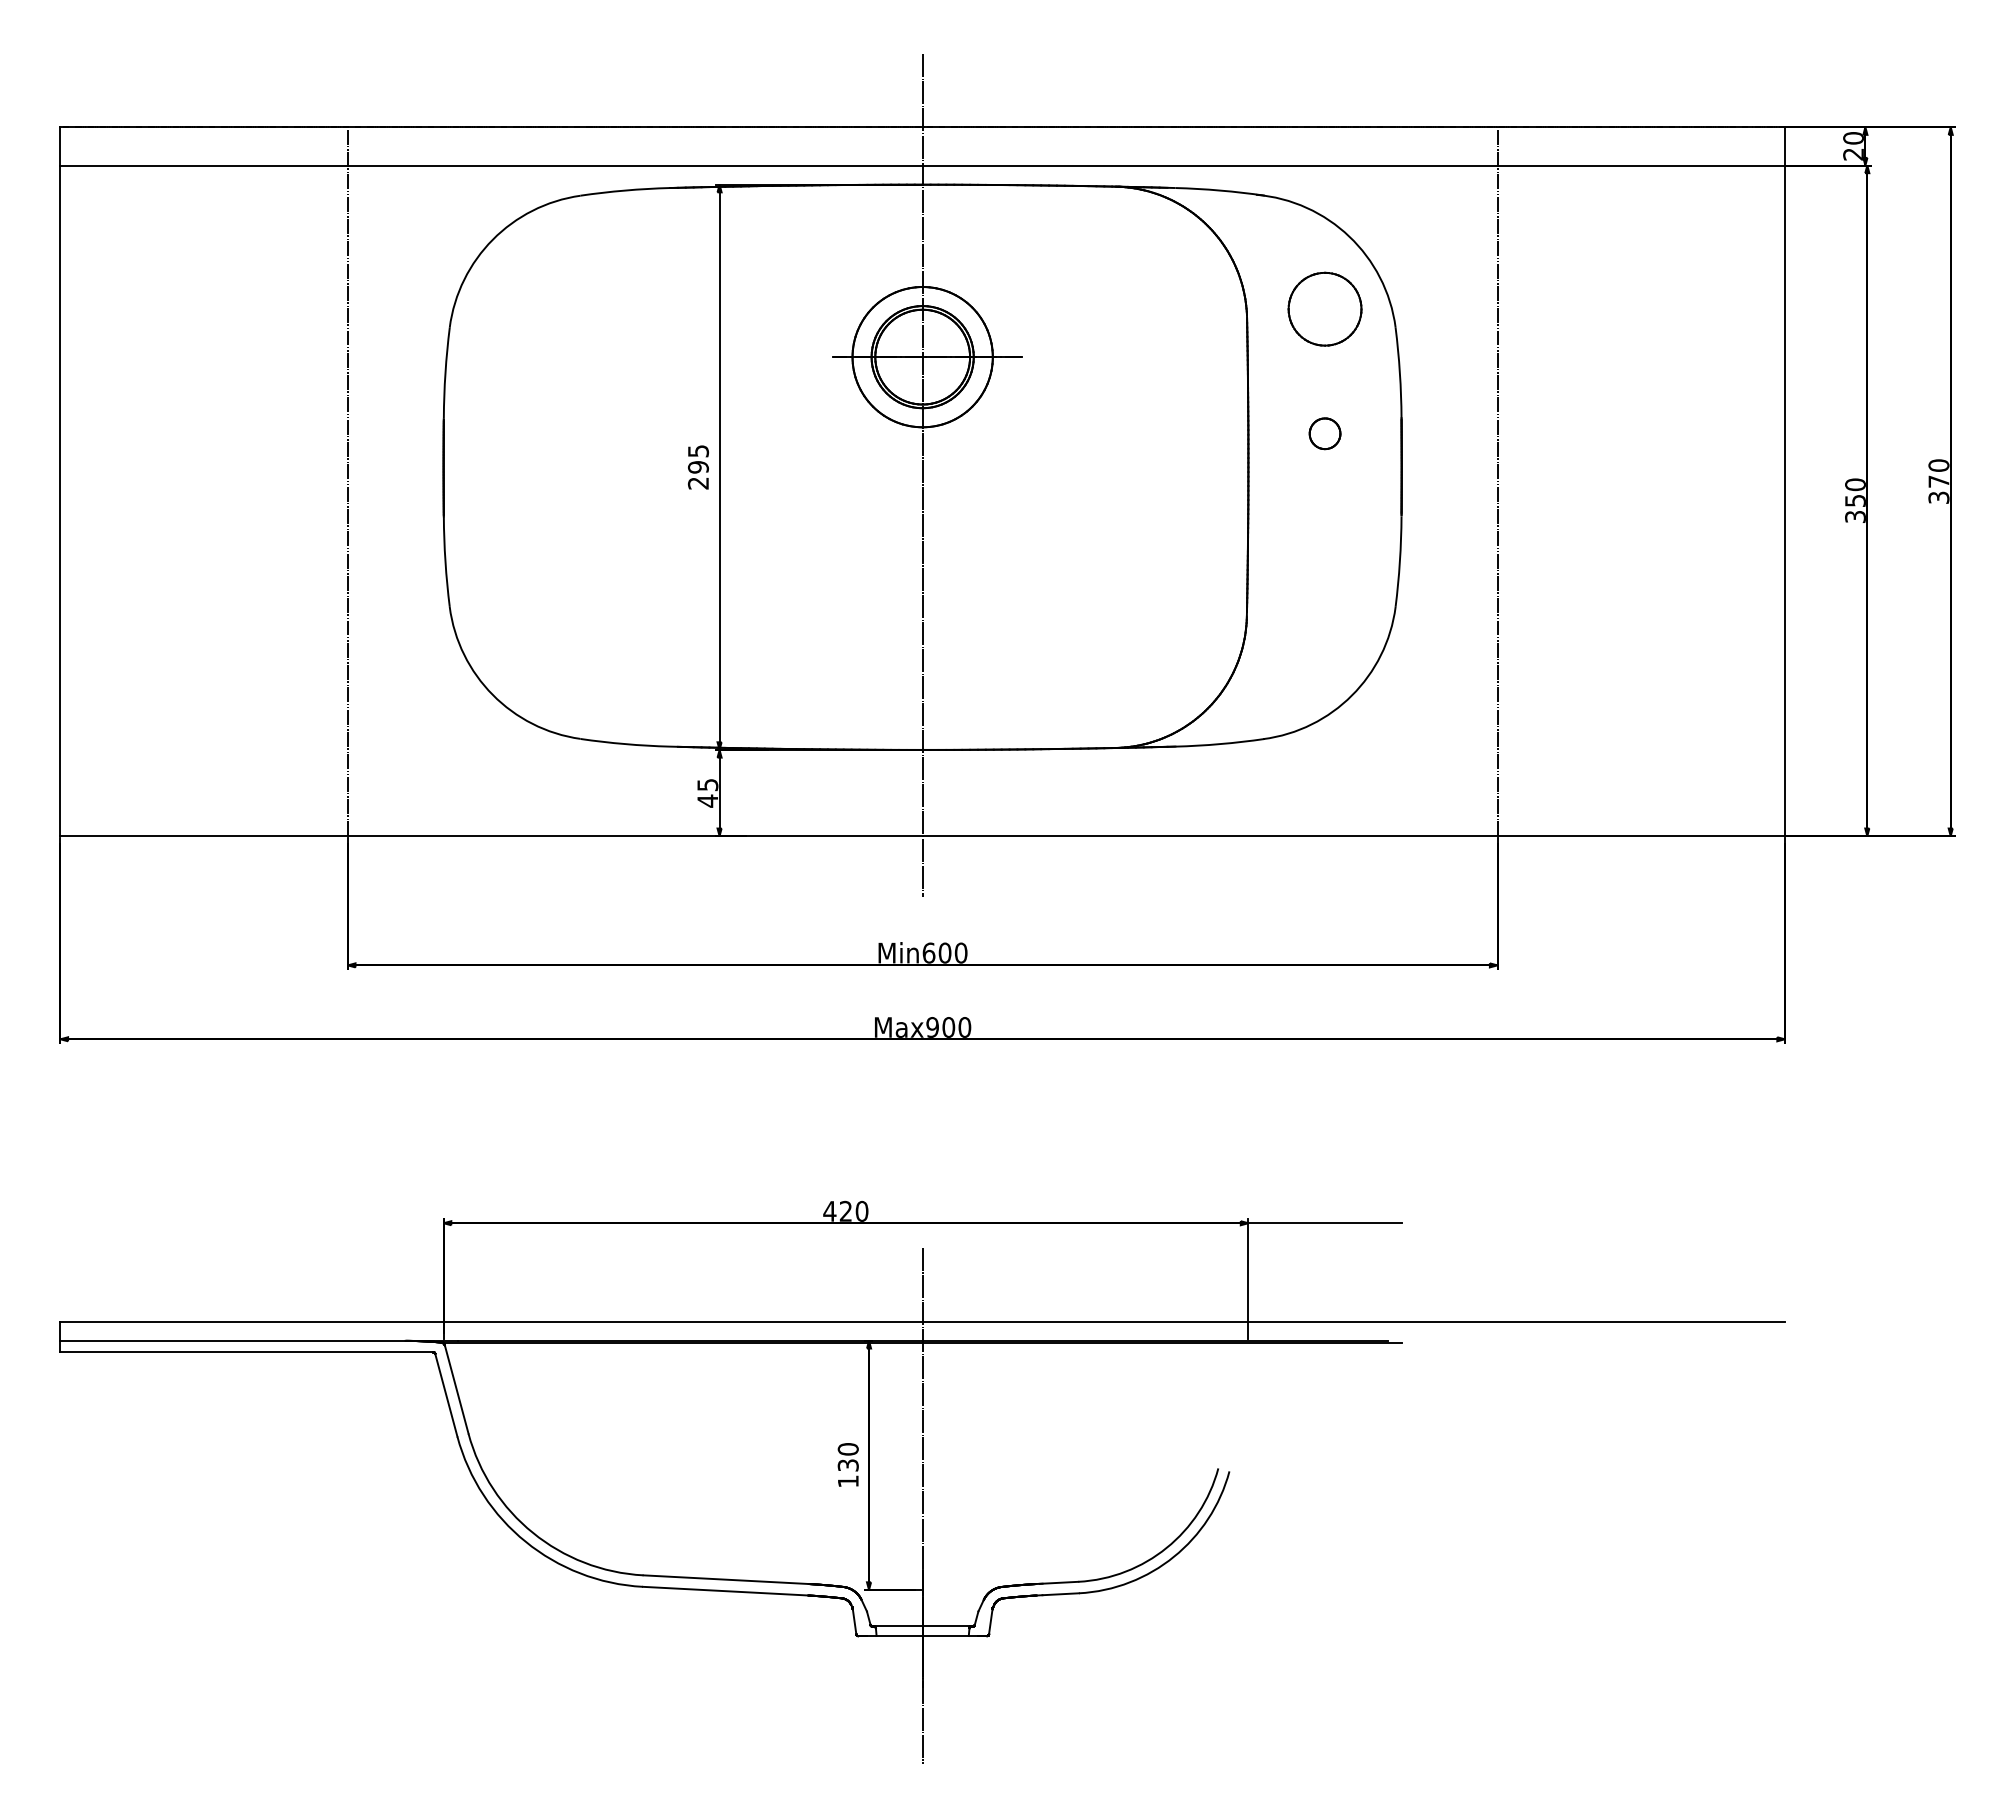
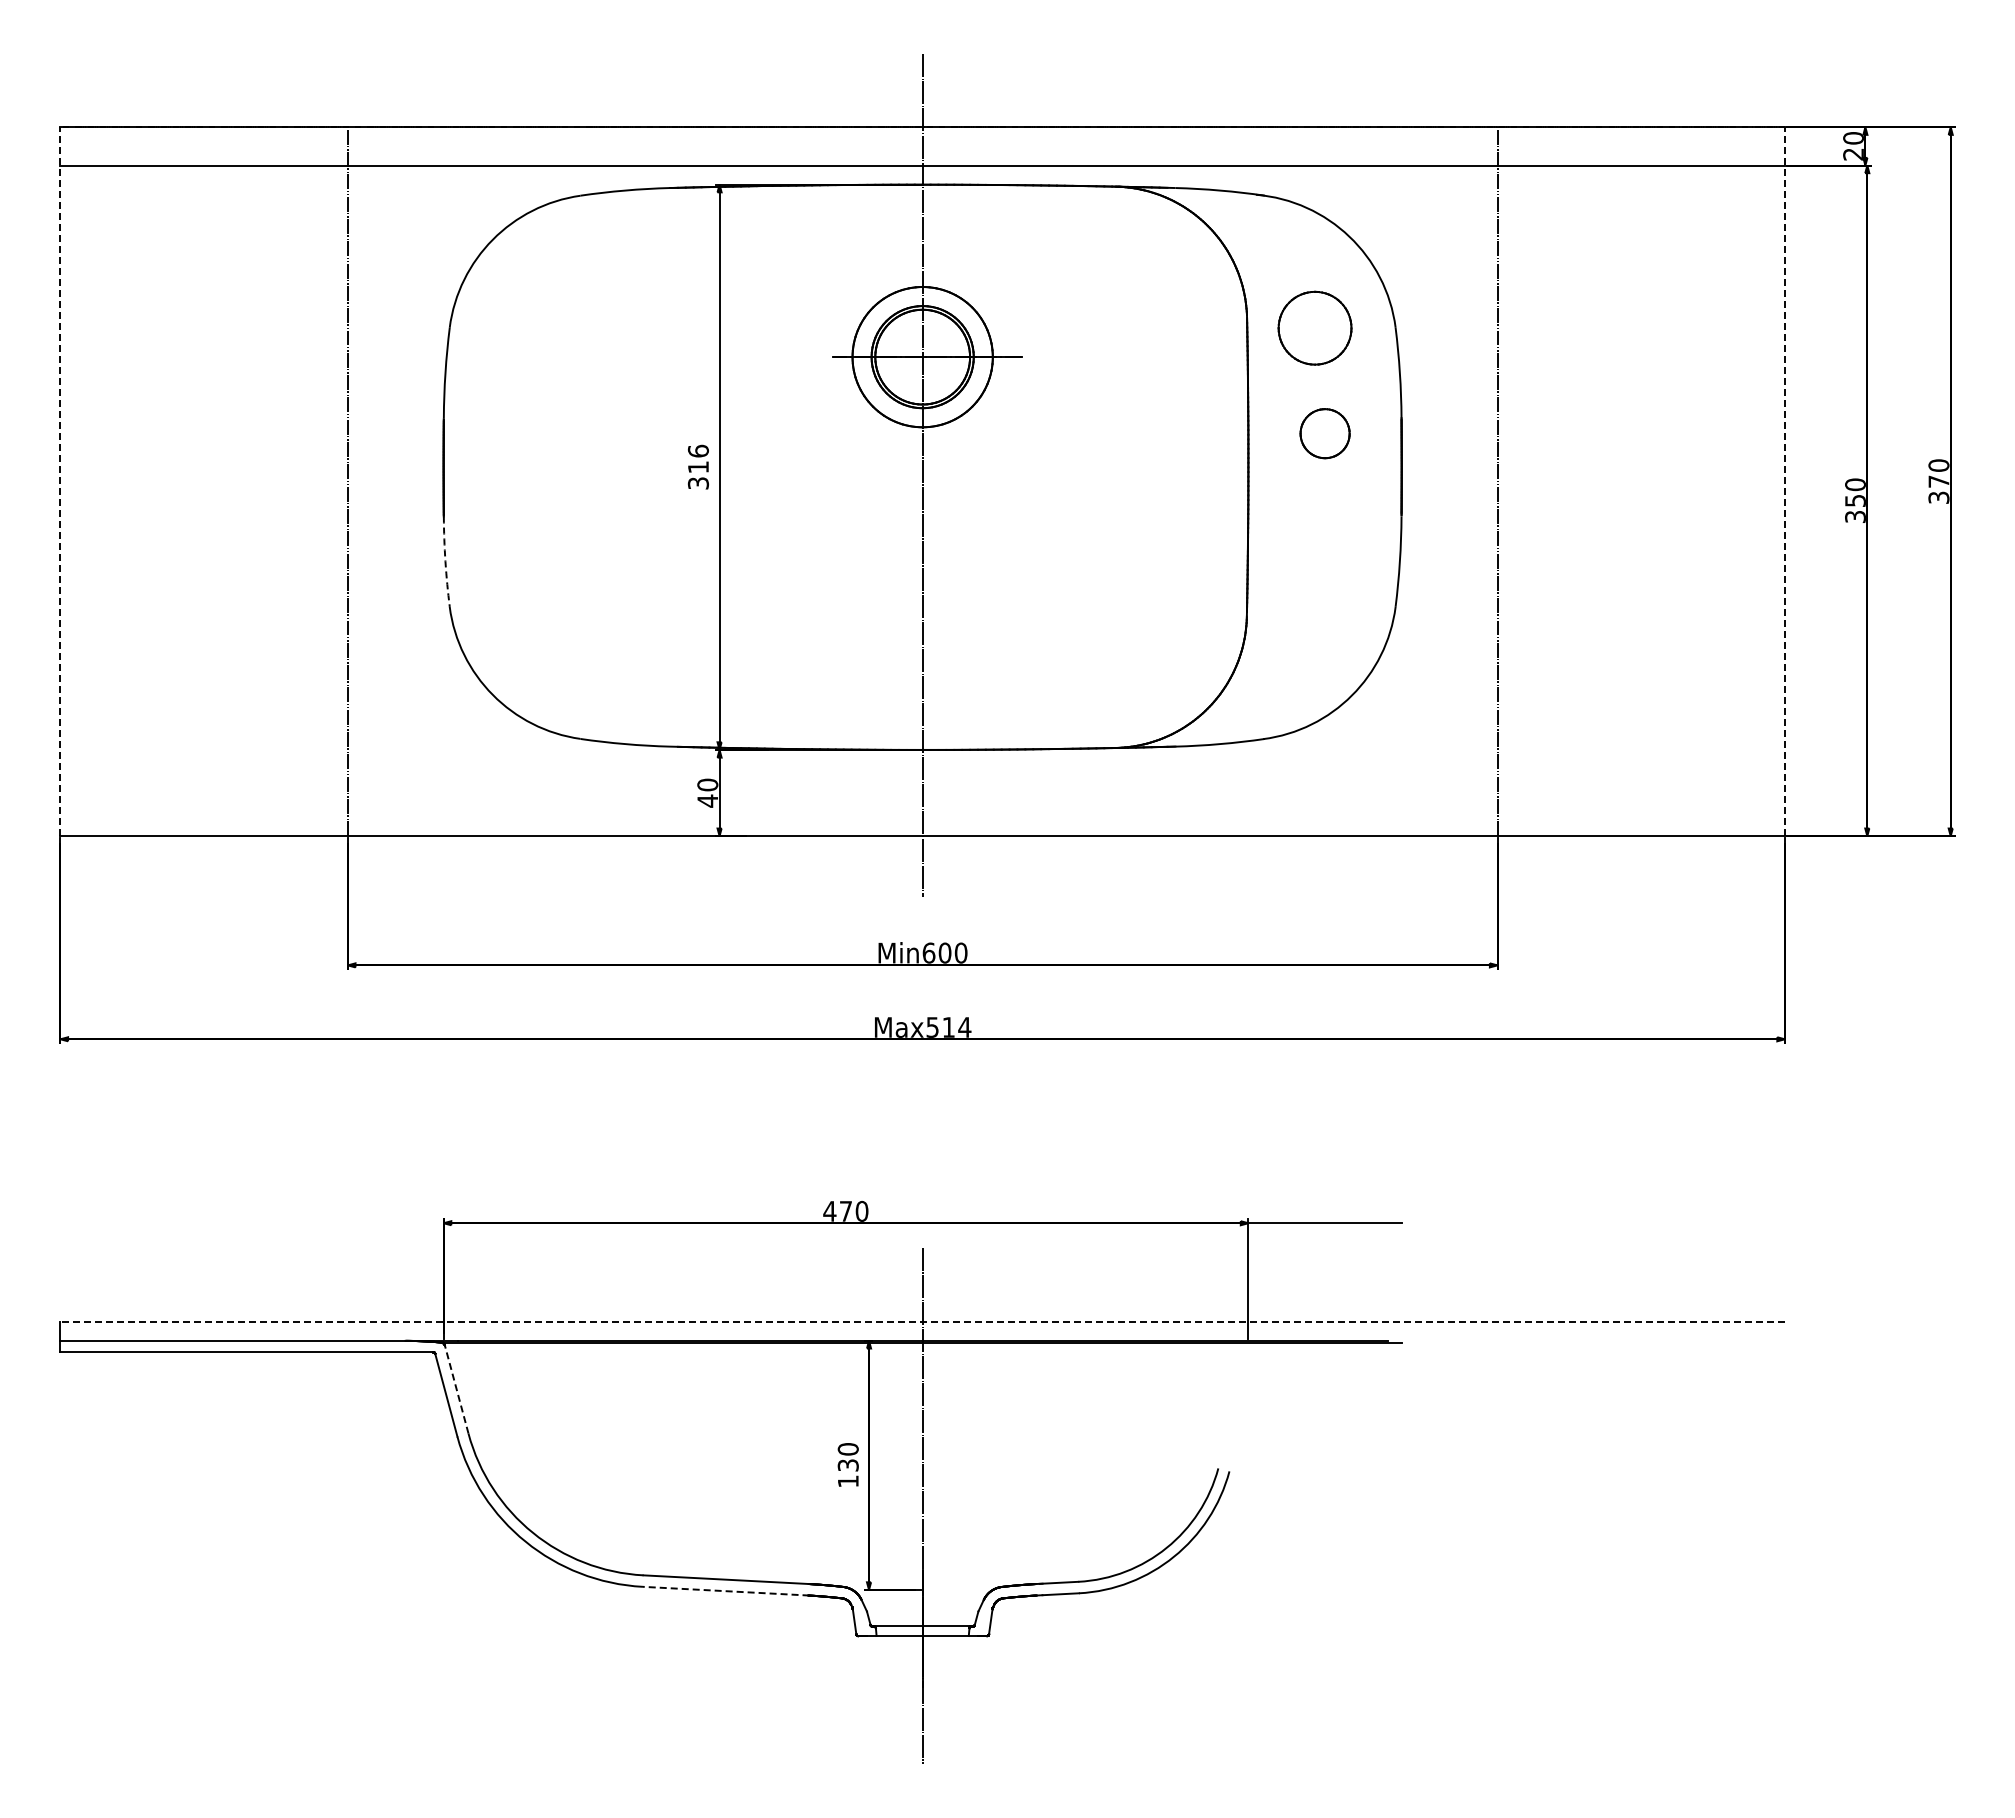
part at (1324, 308) position: (1324, 308) -> (1314, 327)
part at (1324, 433) size: 34x34 px -> 52x52 px
text at (698, 466): 295 -> 316
line at (60, 481): solid -> dashed
line at (1784, 481): solid -> dashed
arc at (445, 561): solid -> dashed
text at (707, 784): 45 -> 40
text at (948, 1027): Max900 -> Max514
text at (845, 1210): 420 -> 470
line at (922, 1321): solid -> dashed
line at (456, 1389): solid -> dashed
line at (725, 1591): solid -> dashed
